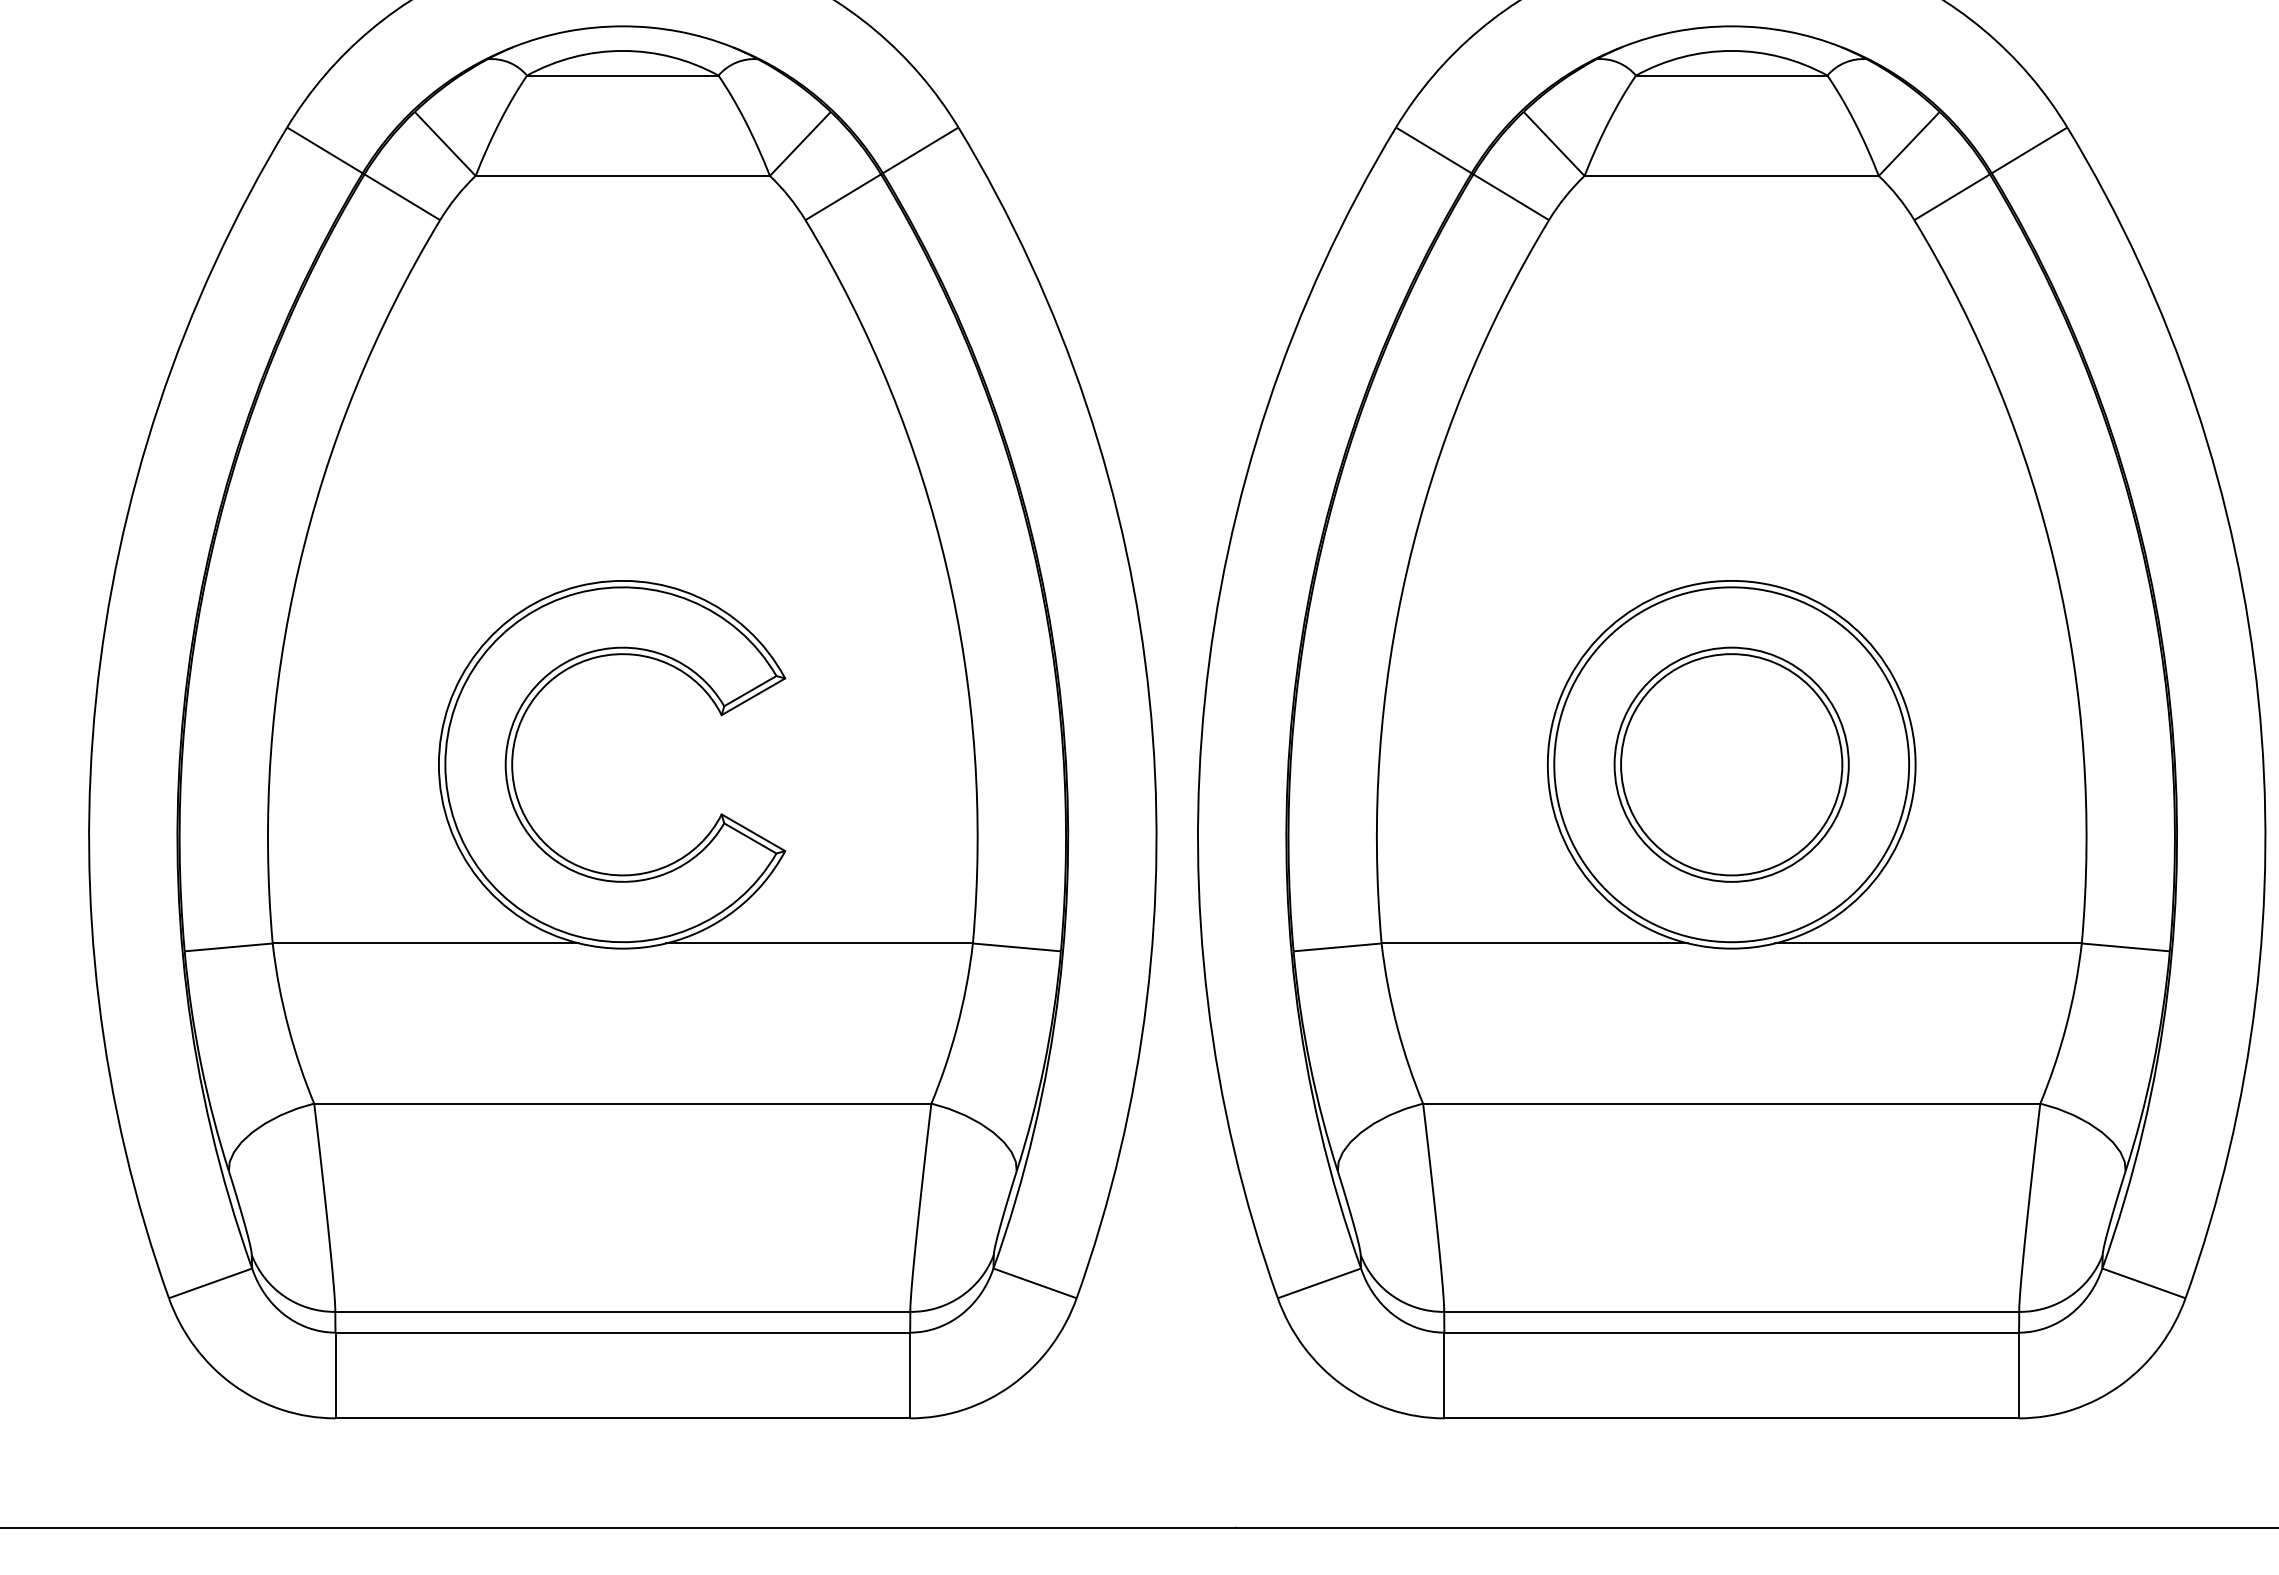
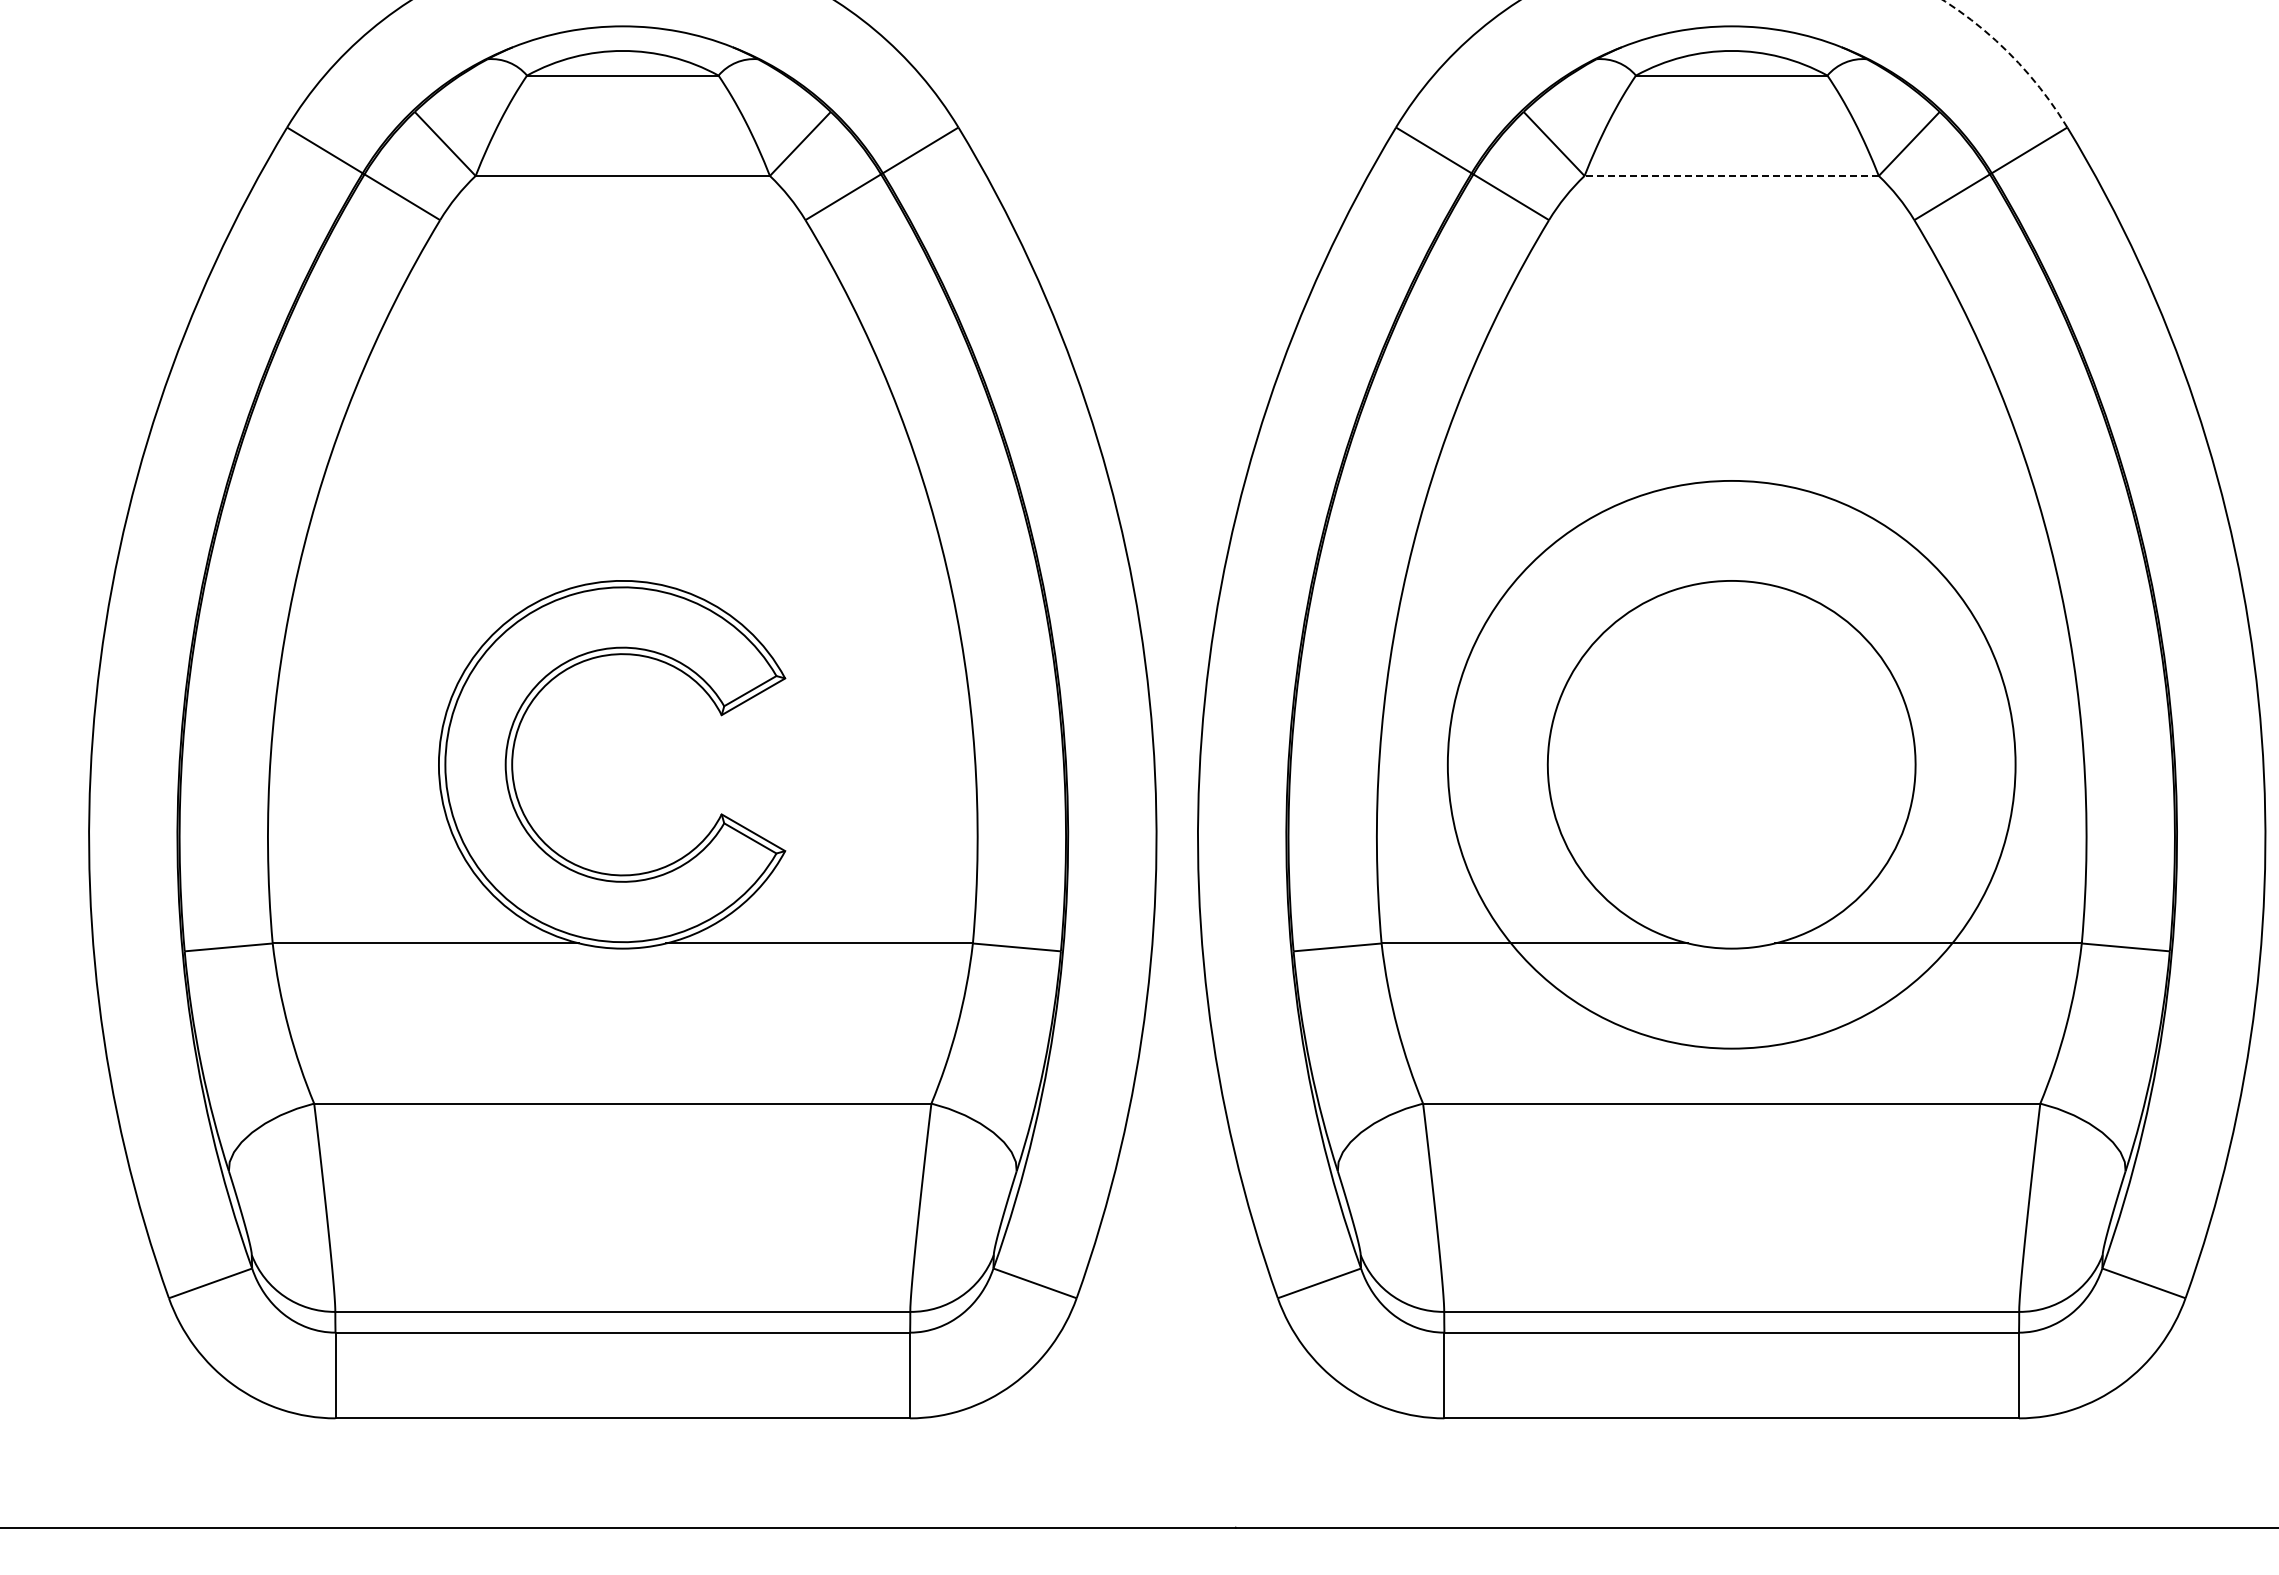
arc at (2012, 56): solid -> dashed
line at (1731, 175): solid -> dashed
circle at (1731, 764) diameter: 355 px -> 568 px
part at (1731, 764): present -> none
